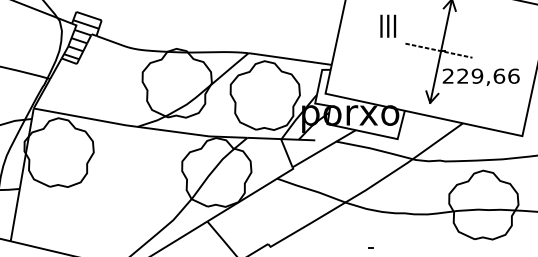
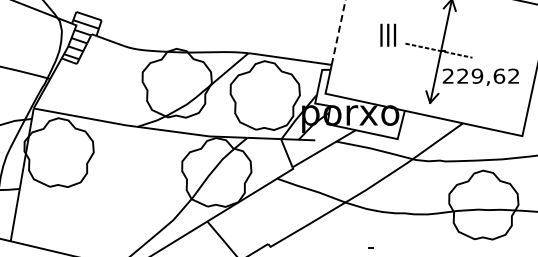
text at (388, 25) position: (388, 25) -> (388, 34)
line at (338, 32): solid -> dashed
text at (513, 75): 229,66 -> 229,62
